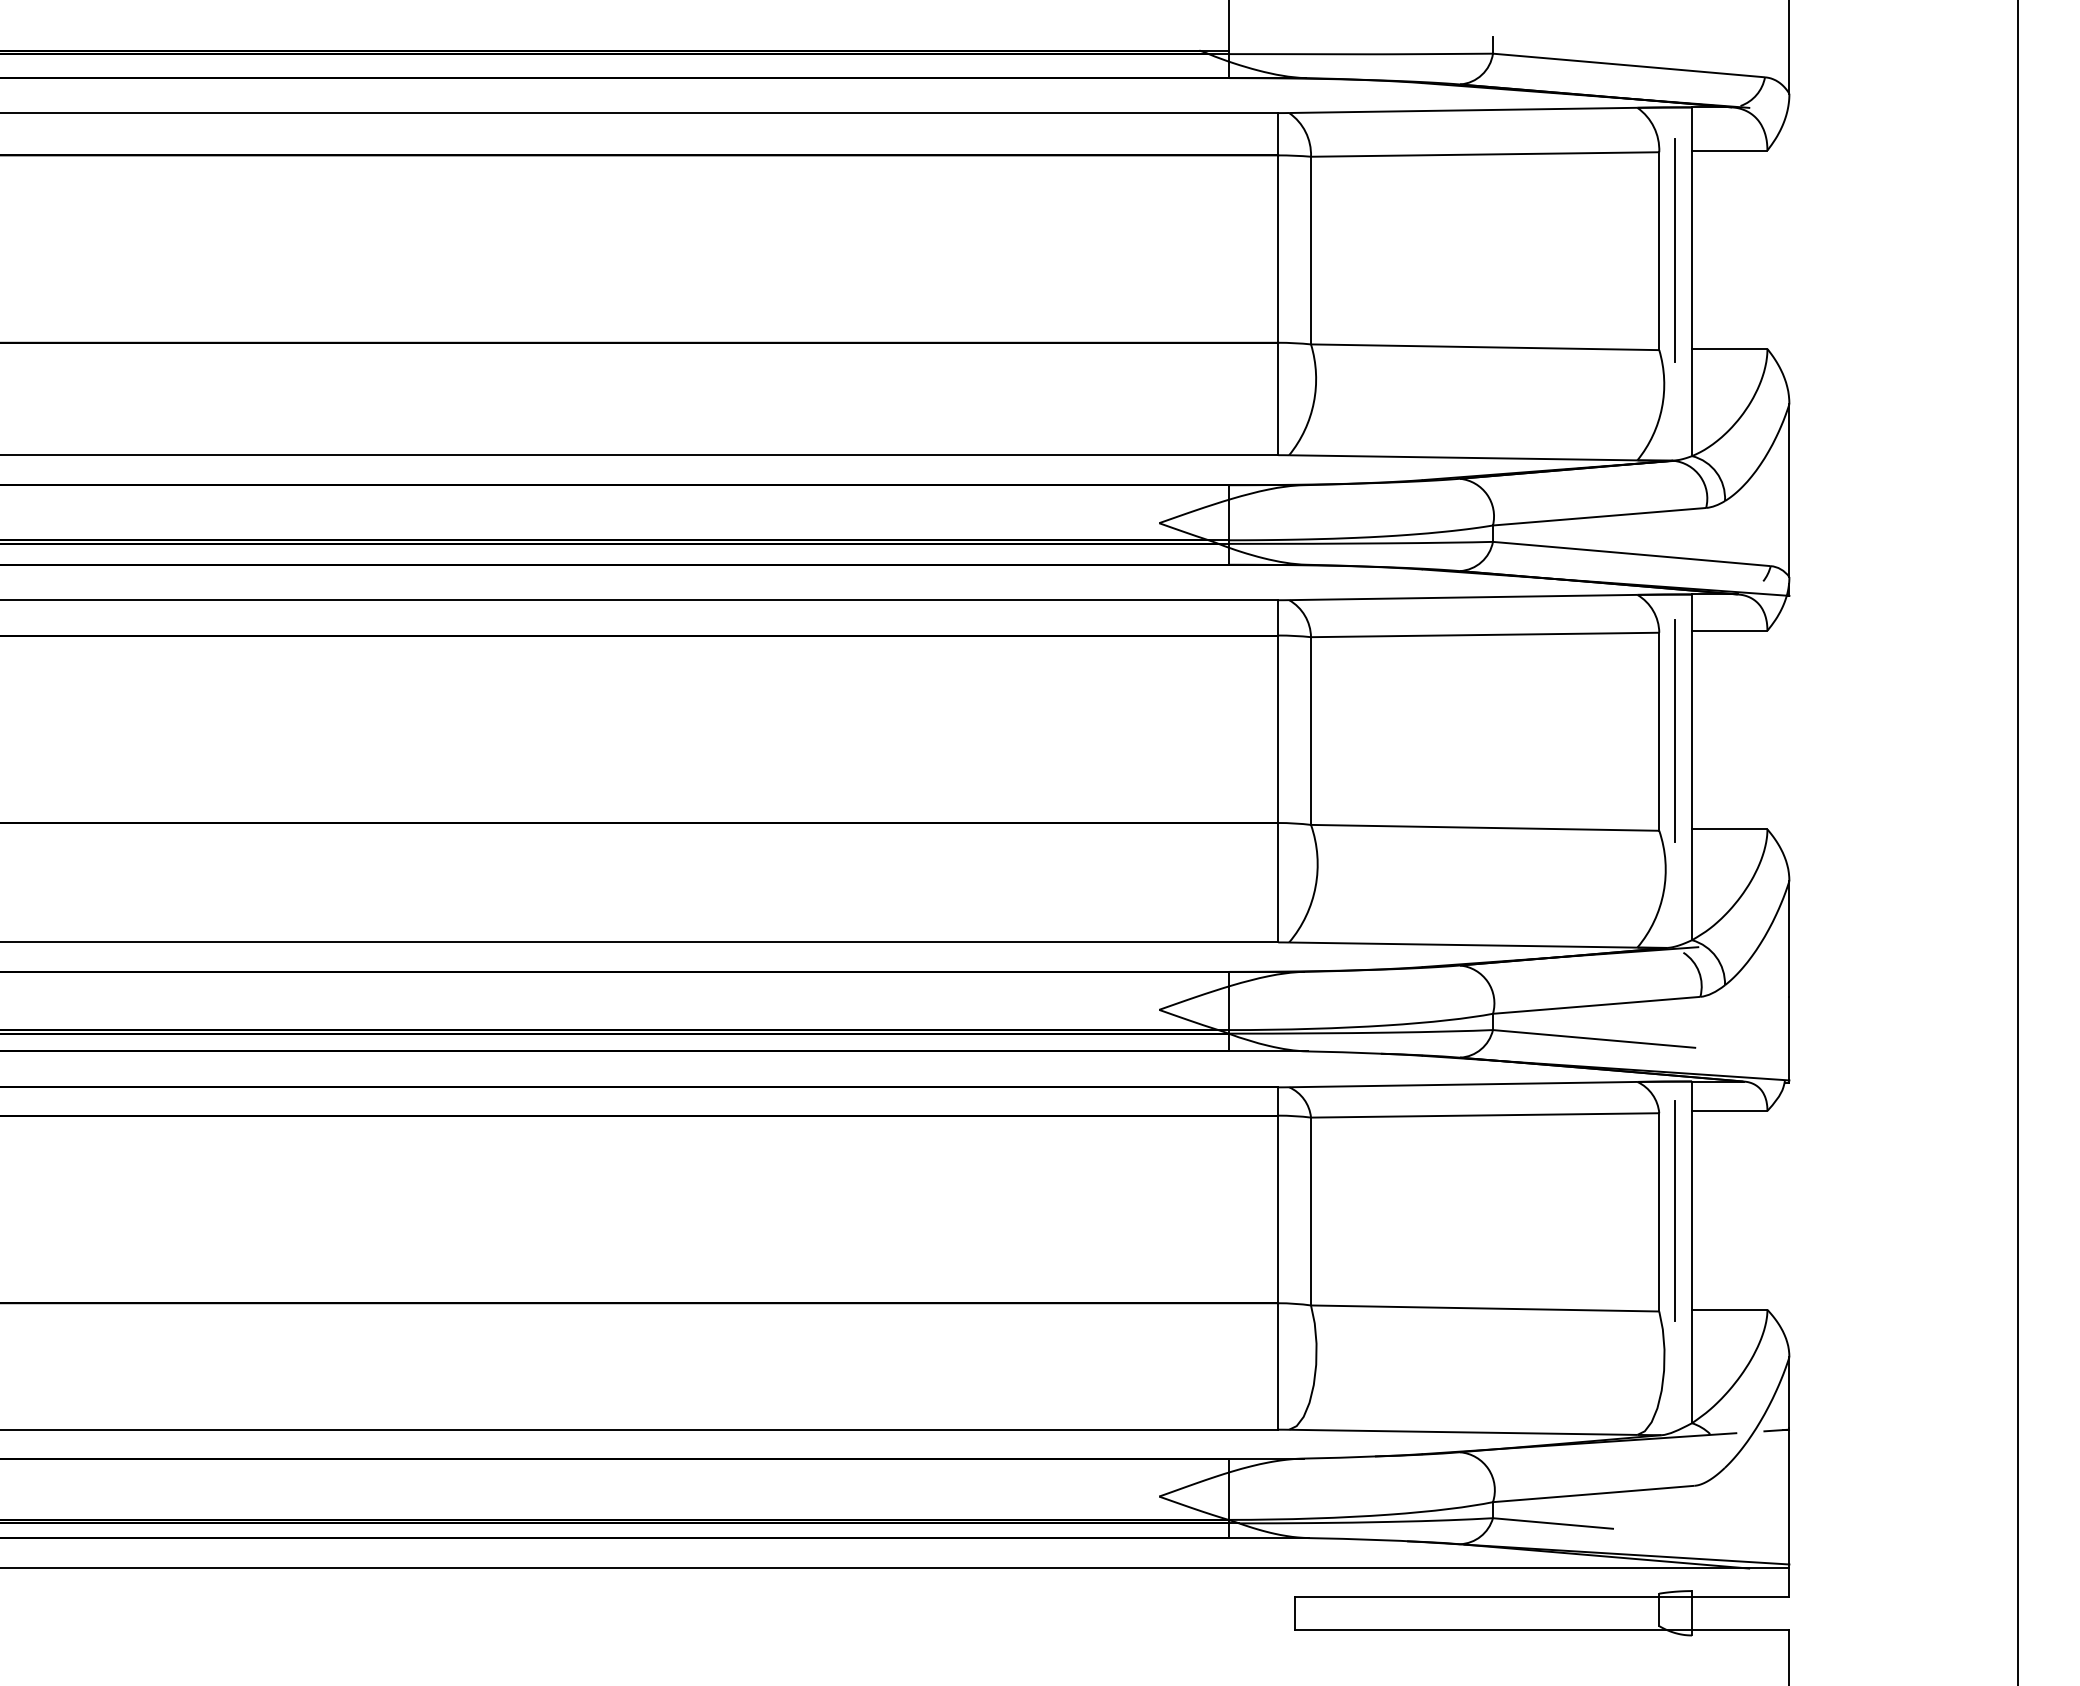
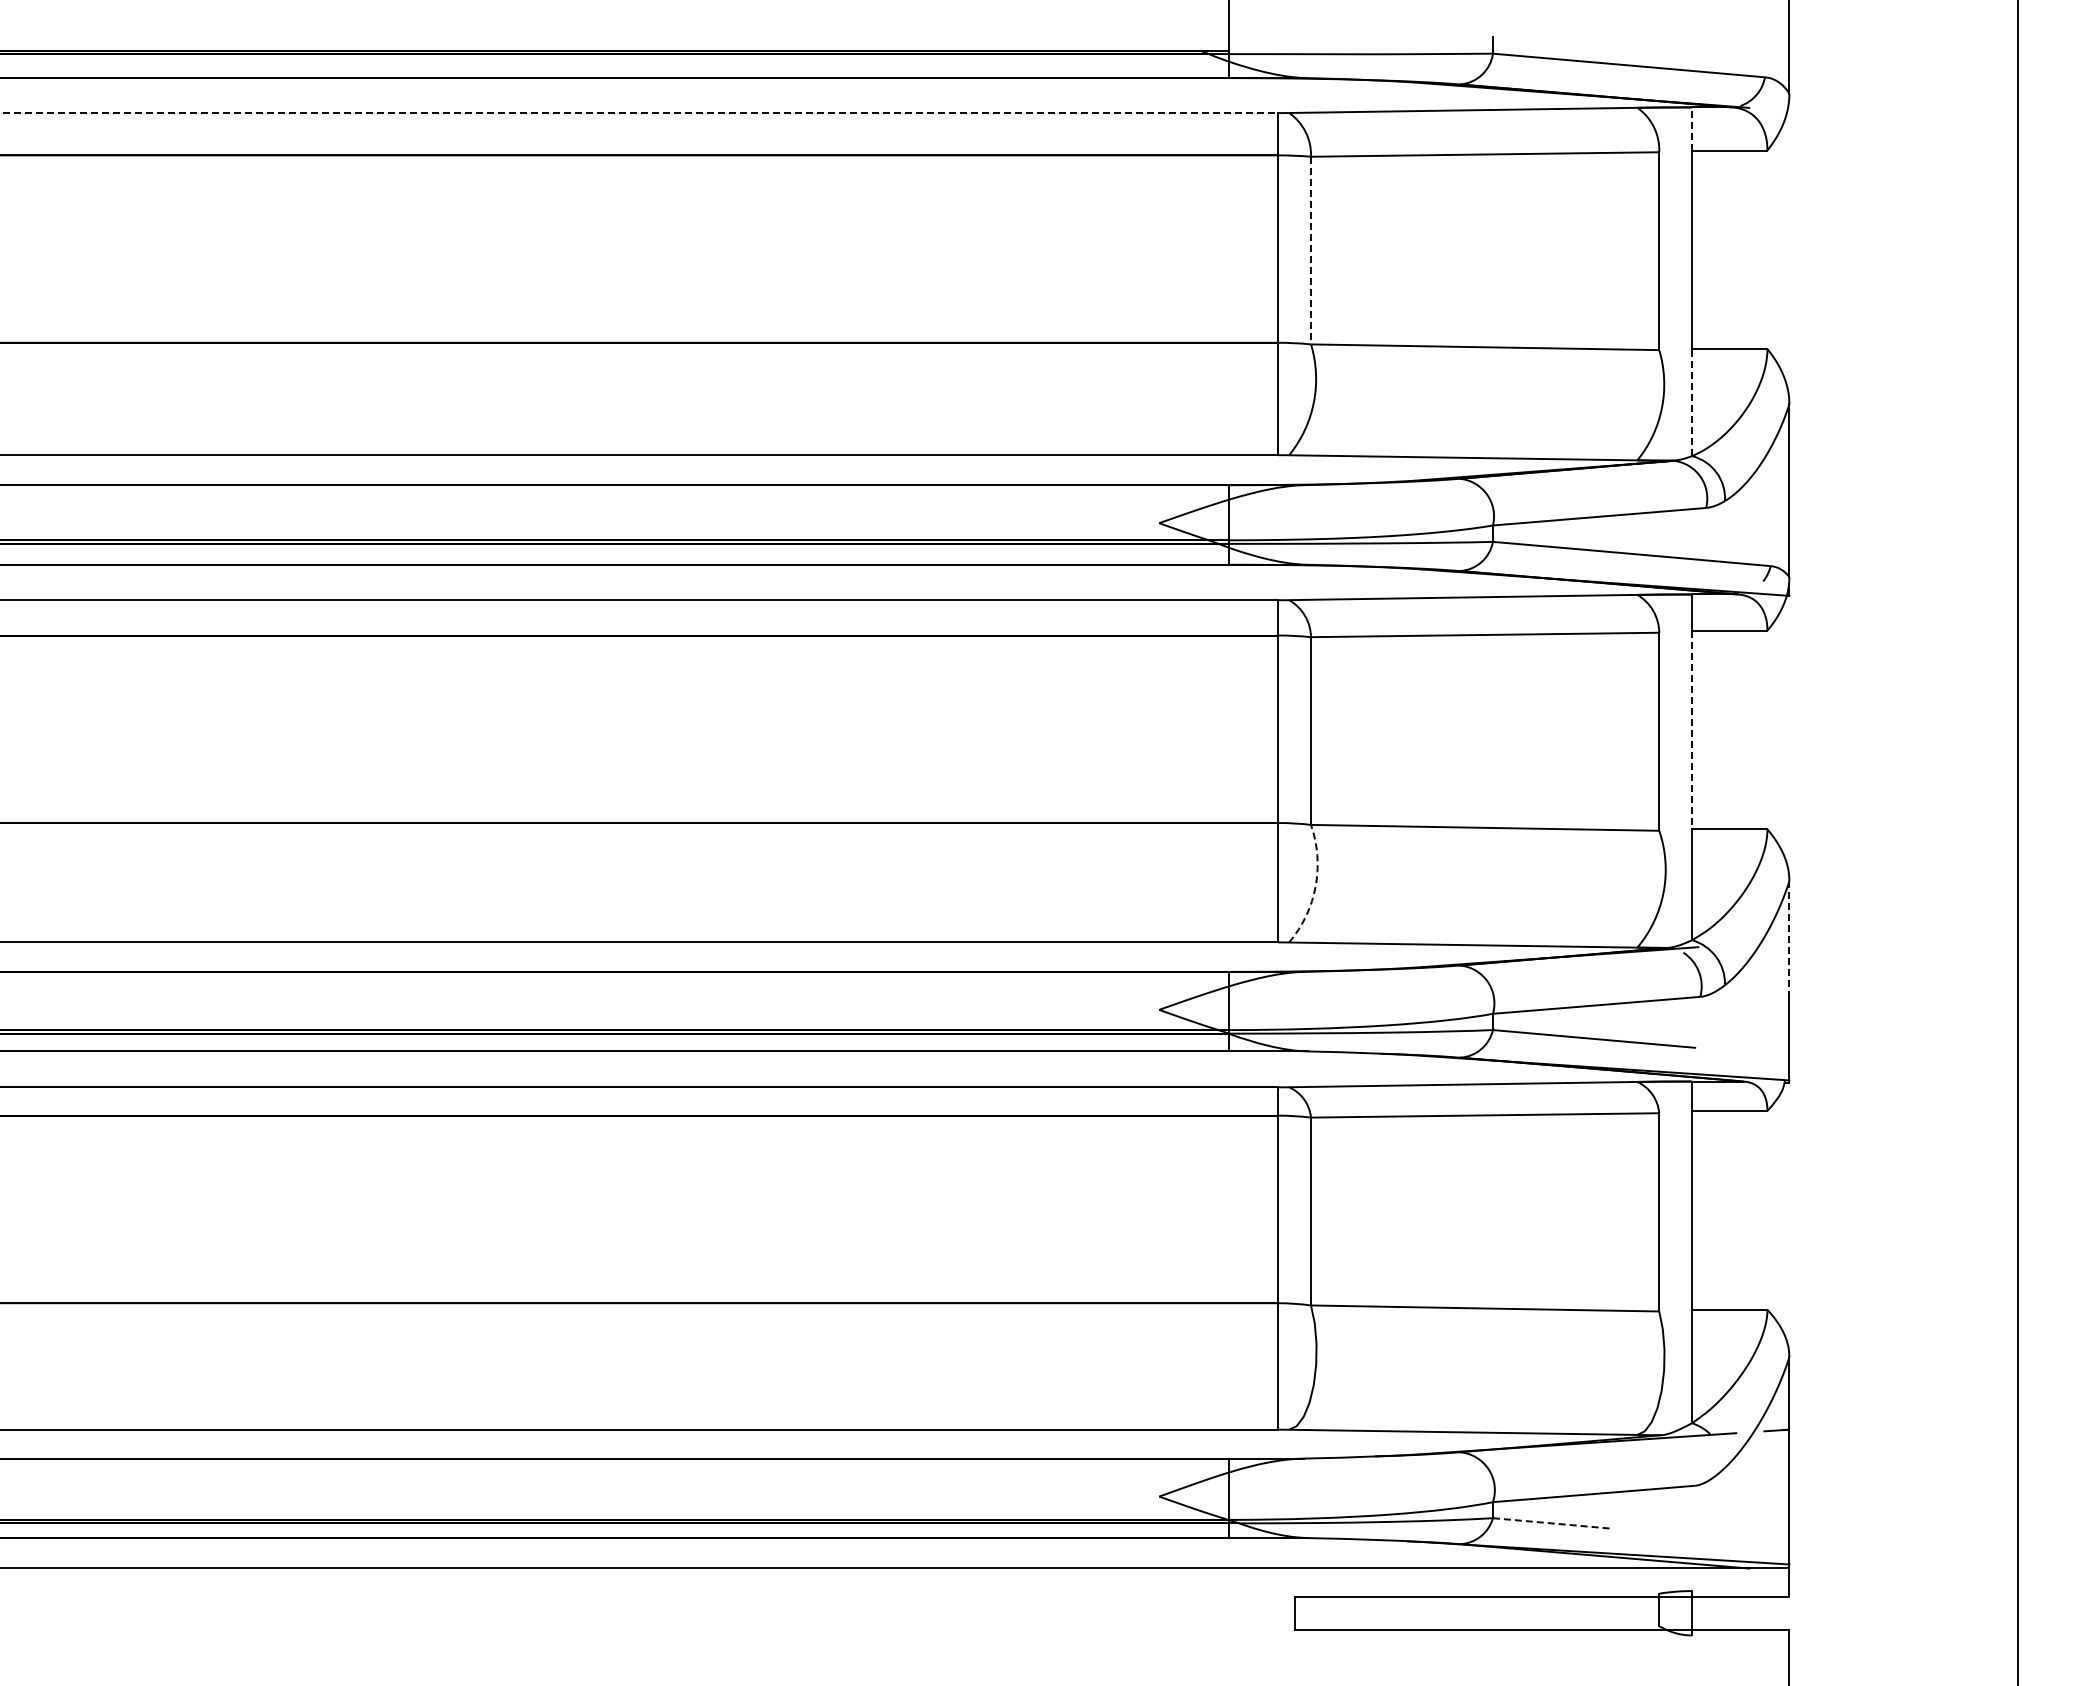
line at (639, 113): solid -> dashed
line at (1692, 128): solid -> dashed
line at (1311, 250): solid -> dashed
line at (1675, 250): present -> none
line at (1692, 402): solid -> dashed
line at (1675, 730): present -> none
line at (1692, 730): solid -> dashed
arc at (1315, 886): solid -> dashed
line at (1789, 939): solid -> dashed
line at (1675, 1211): present -> none
line at (1553, 1523): solid -> dashed
